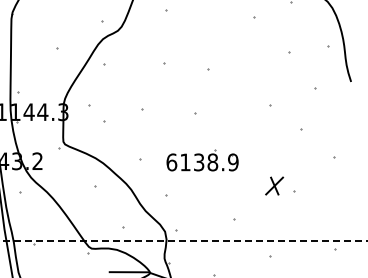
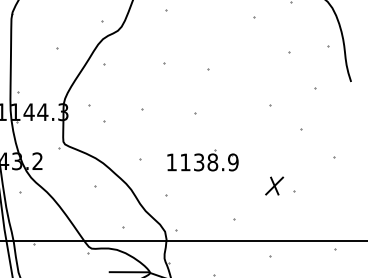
text at (171, 162): 6138.9 -> 1138.9
line at (183, 241): dashed -> solid
